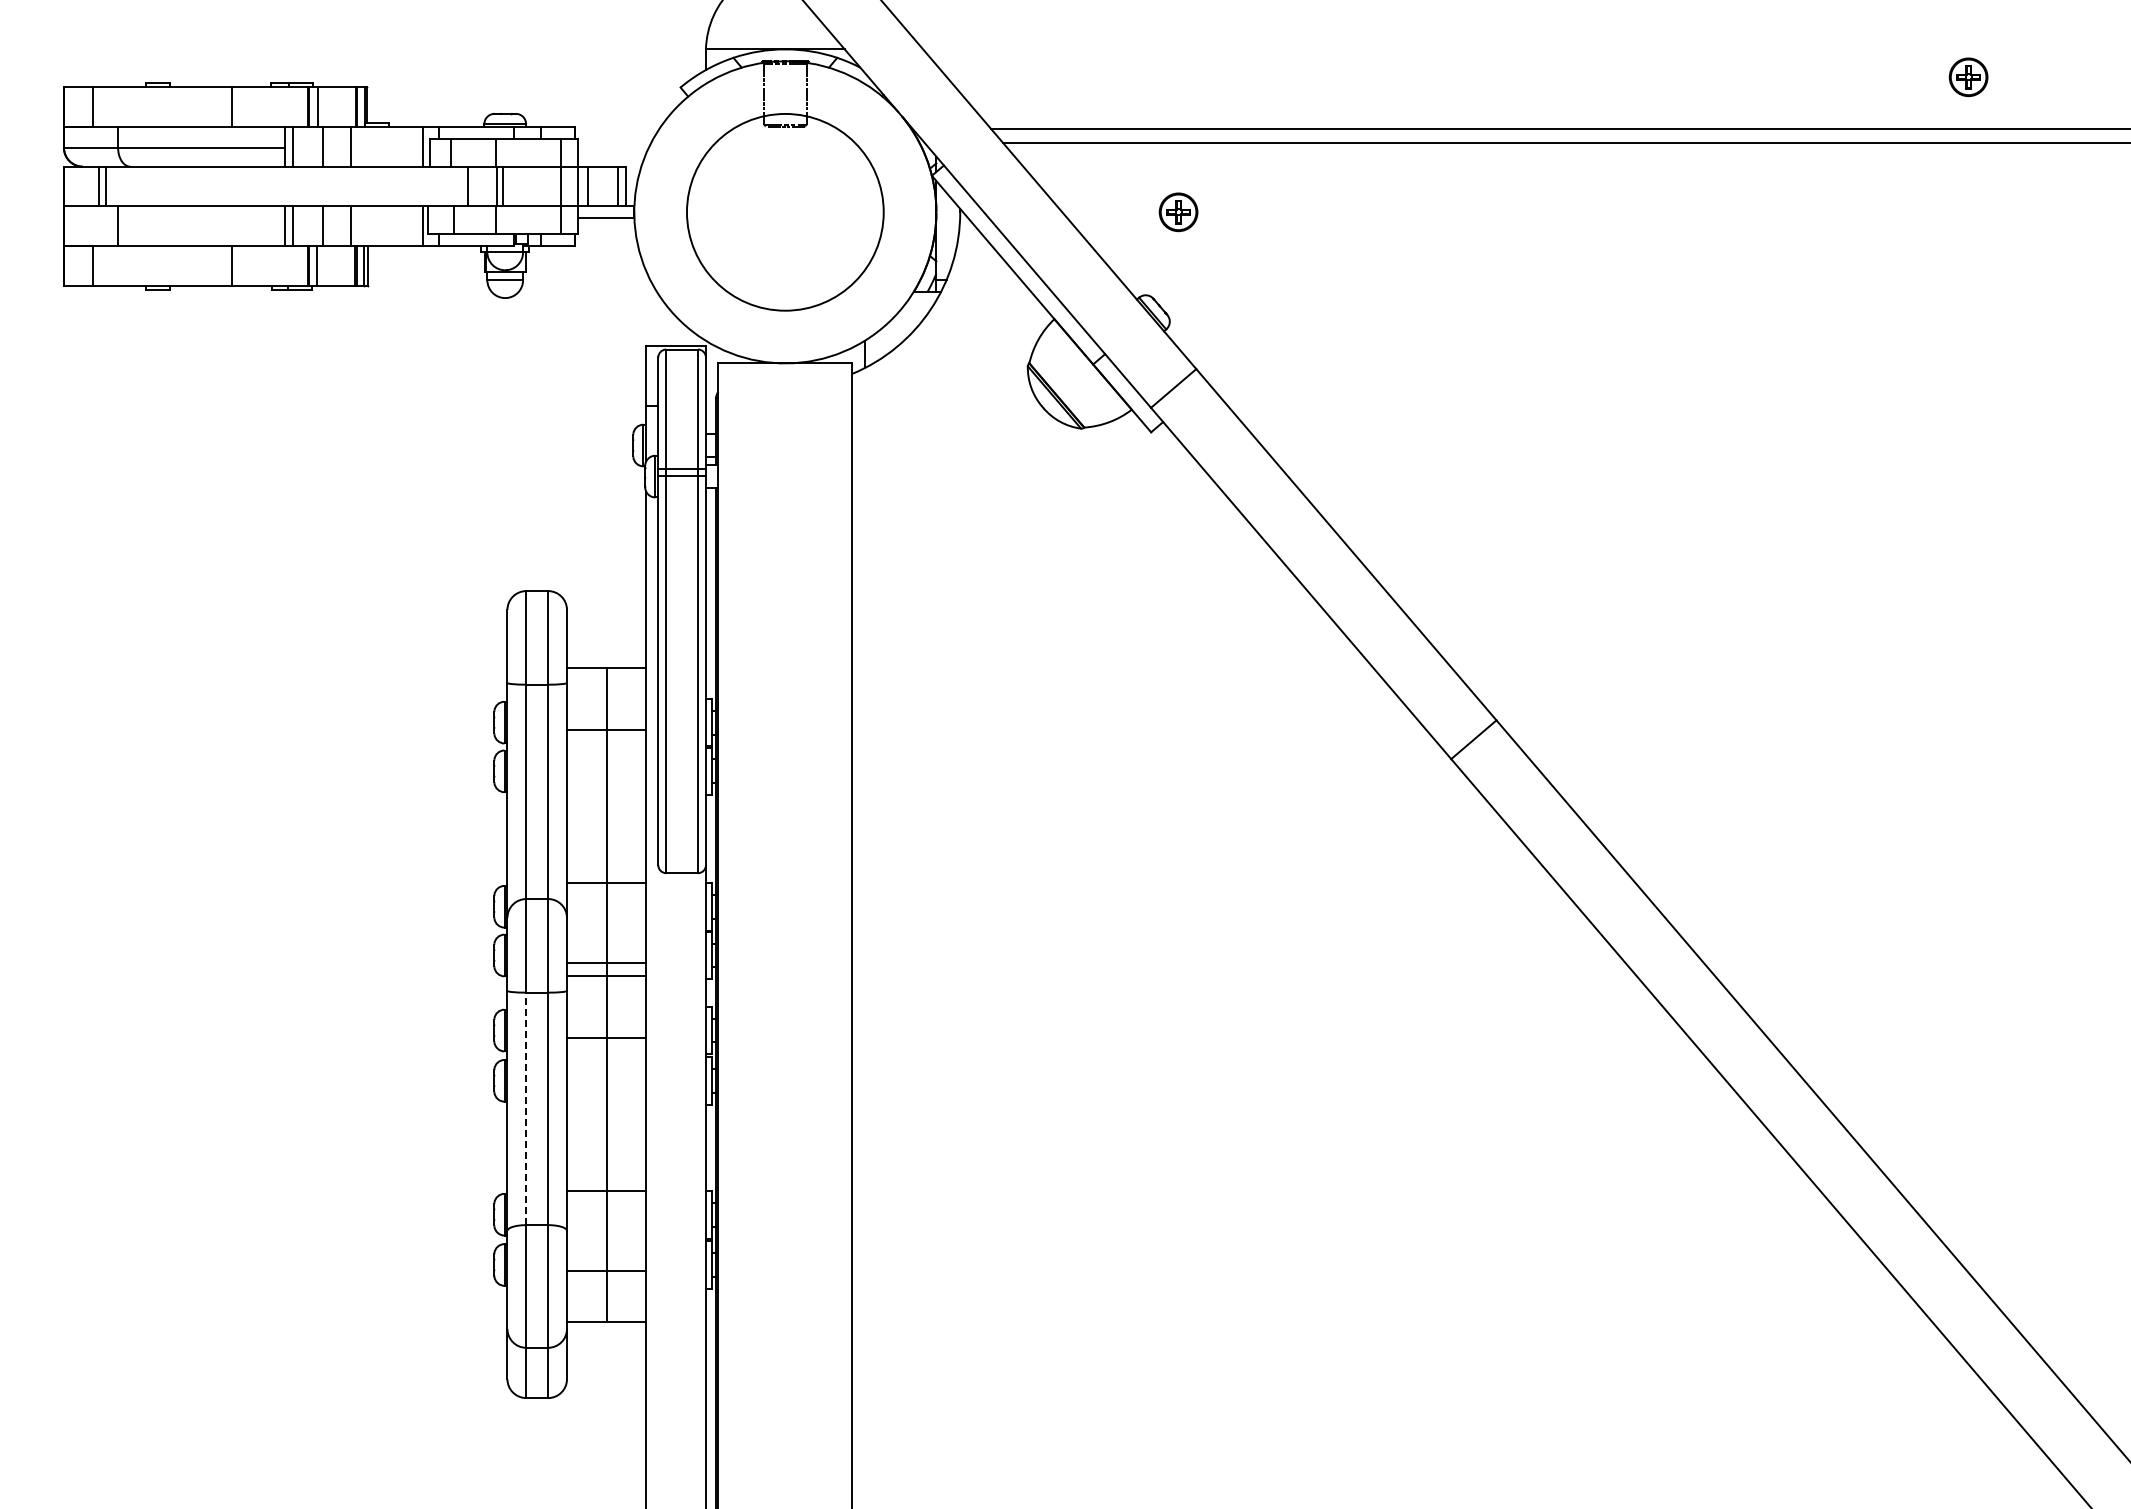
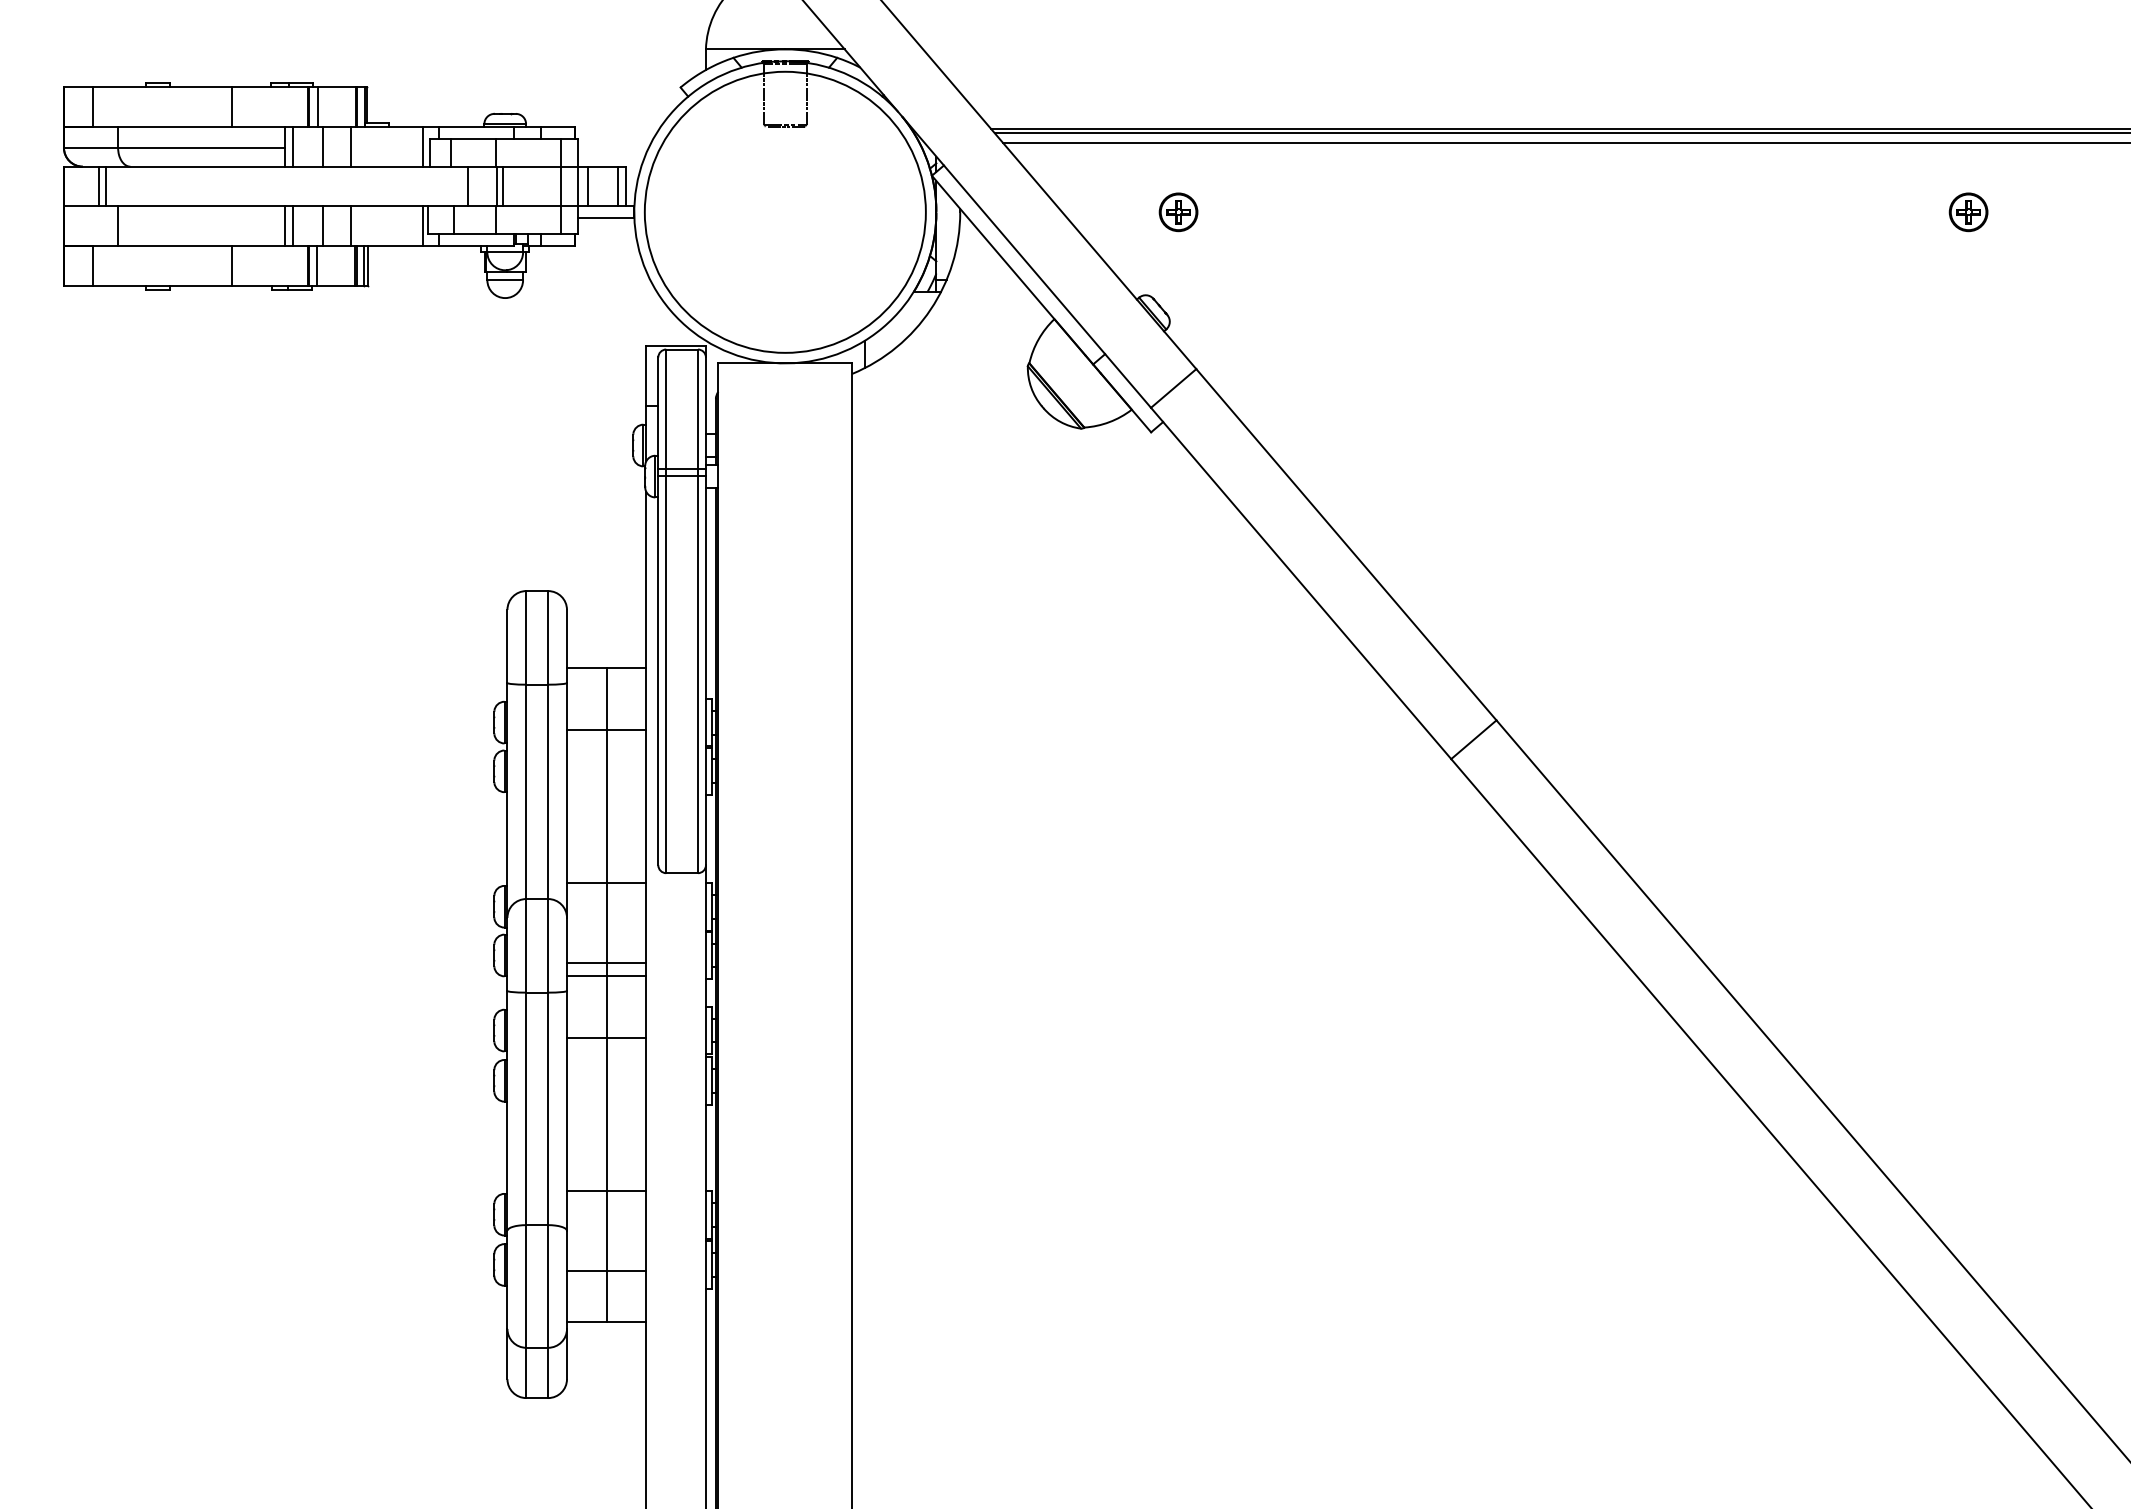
part at (1968, 77) position: (1968, 77) -> (1968, 212)
line at (1560, 132): none -> present
circle at (784, 211) diameter: 197 px -> 281 px
line at (526, 1108): dashed -> solid
